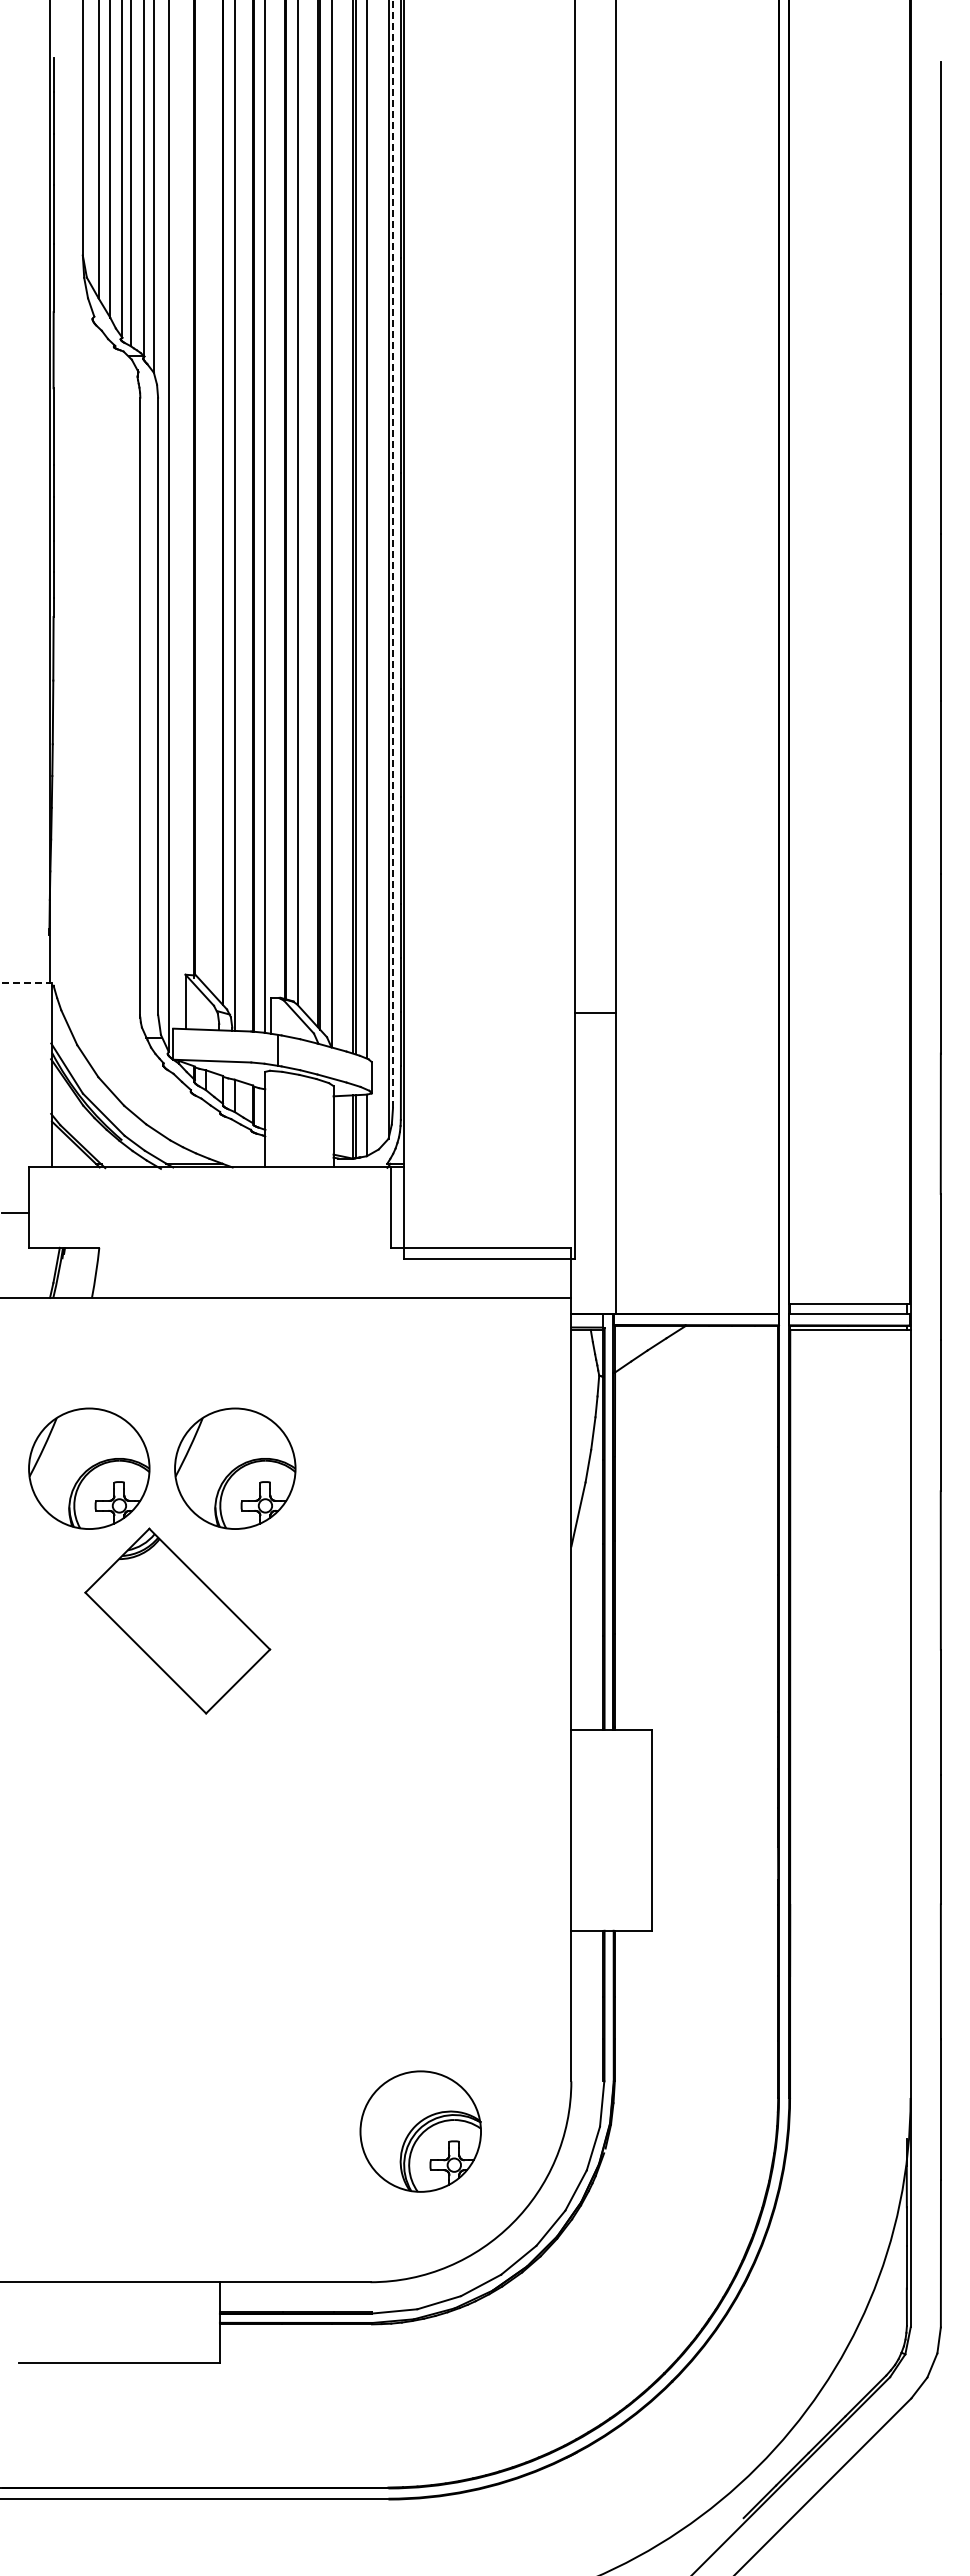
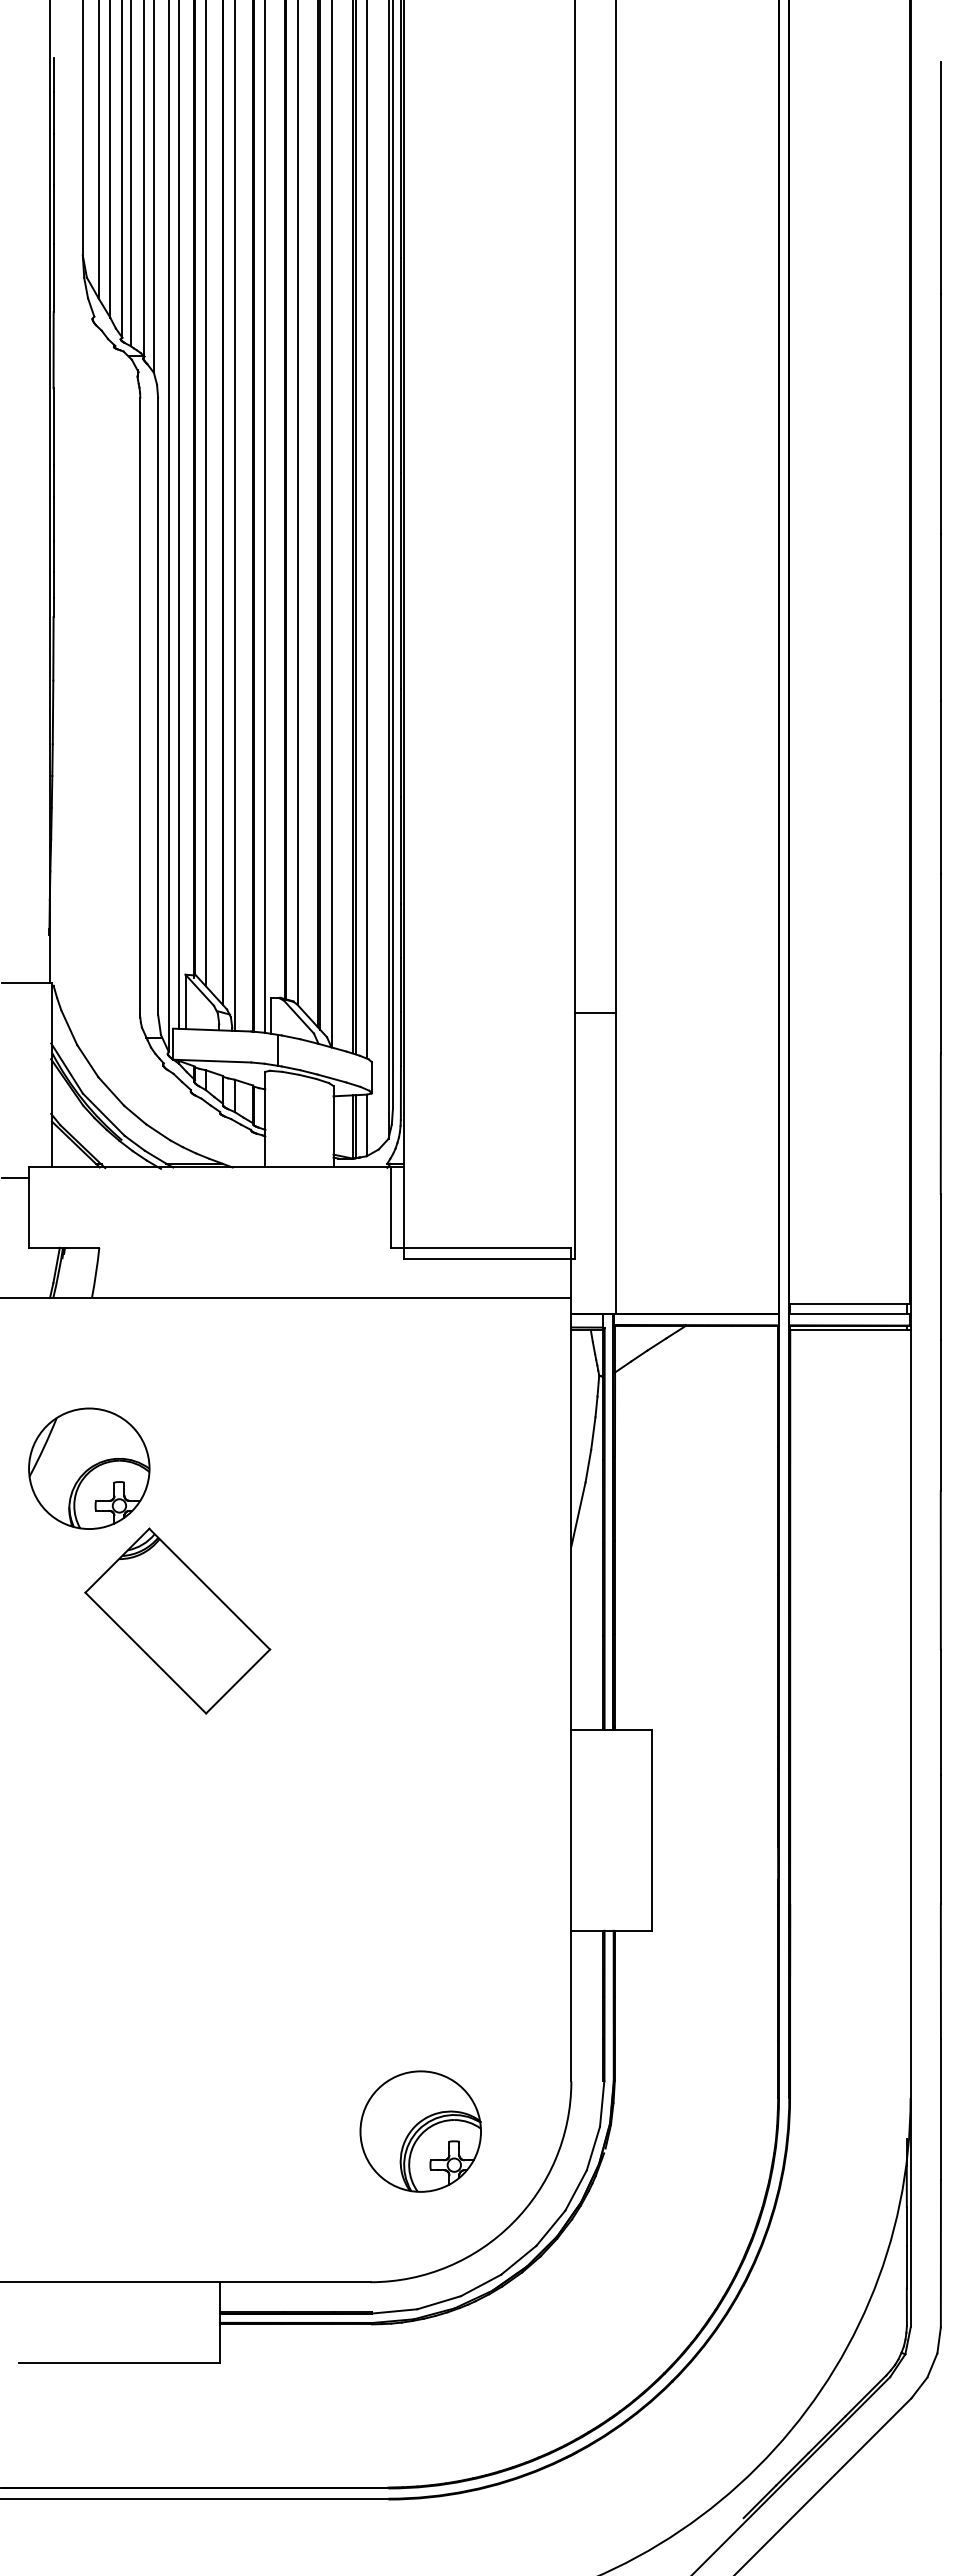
line at (205, 494): none -> present
line at (178, 515): none -> present
line at (393, 554): dashed -> solid
line at (27, 982): dashed -> solid
line at (15, 1213) position: (15, 1213) -> (15, 1178)
part at (235, 1468): present -> none
